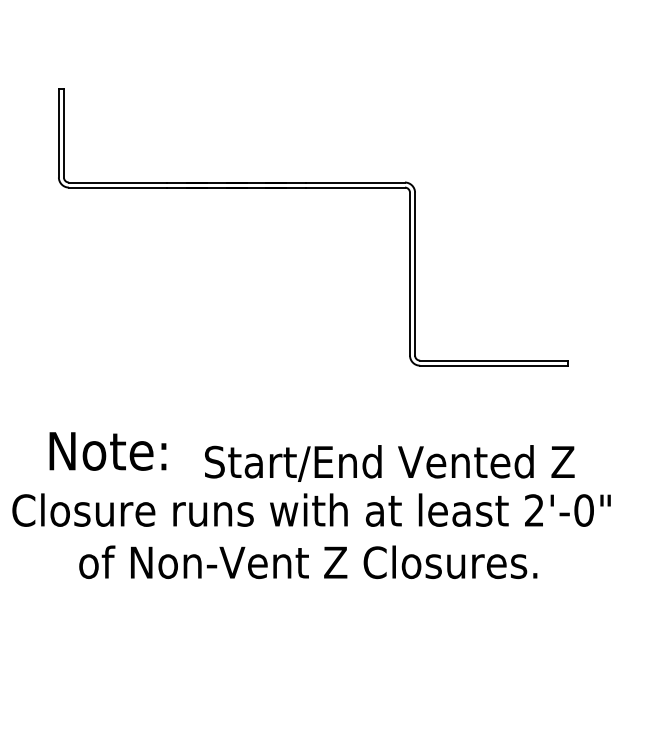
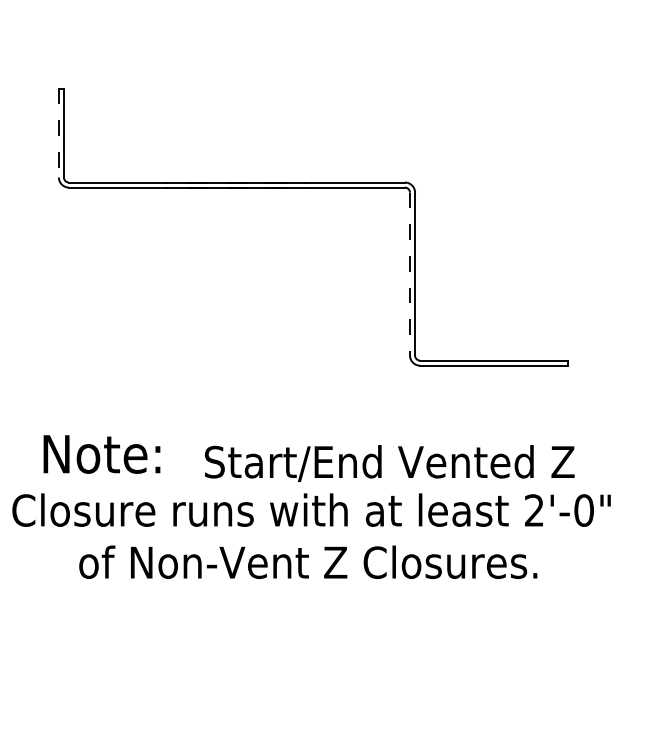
line at (58, 133): solid -> dashed
line at (410, 274): solid -> dashed
text at (107, 451) position: (107, 451) -> (101, 454)
